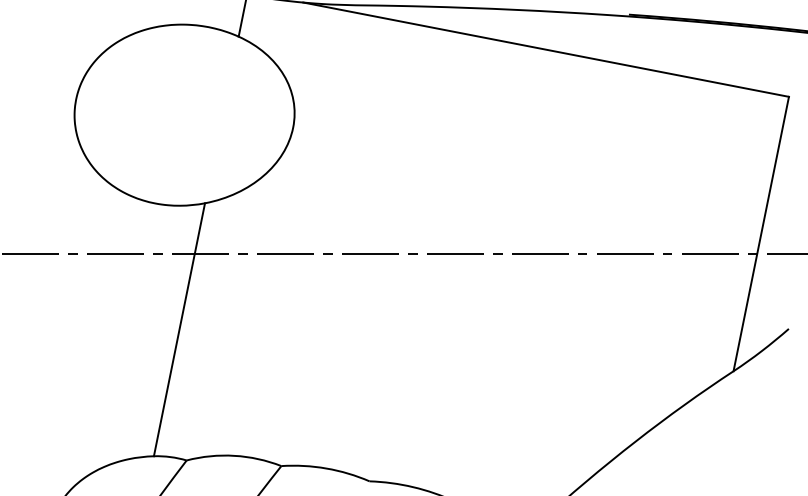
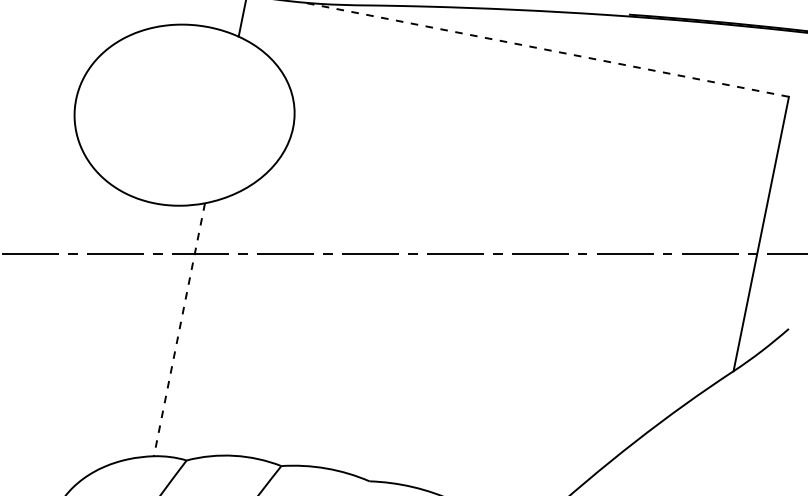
line at (545, 49): solid -> dashed
line at (179, 330): solid -> dashed
